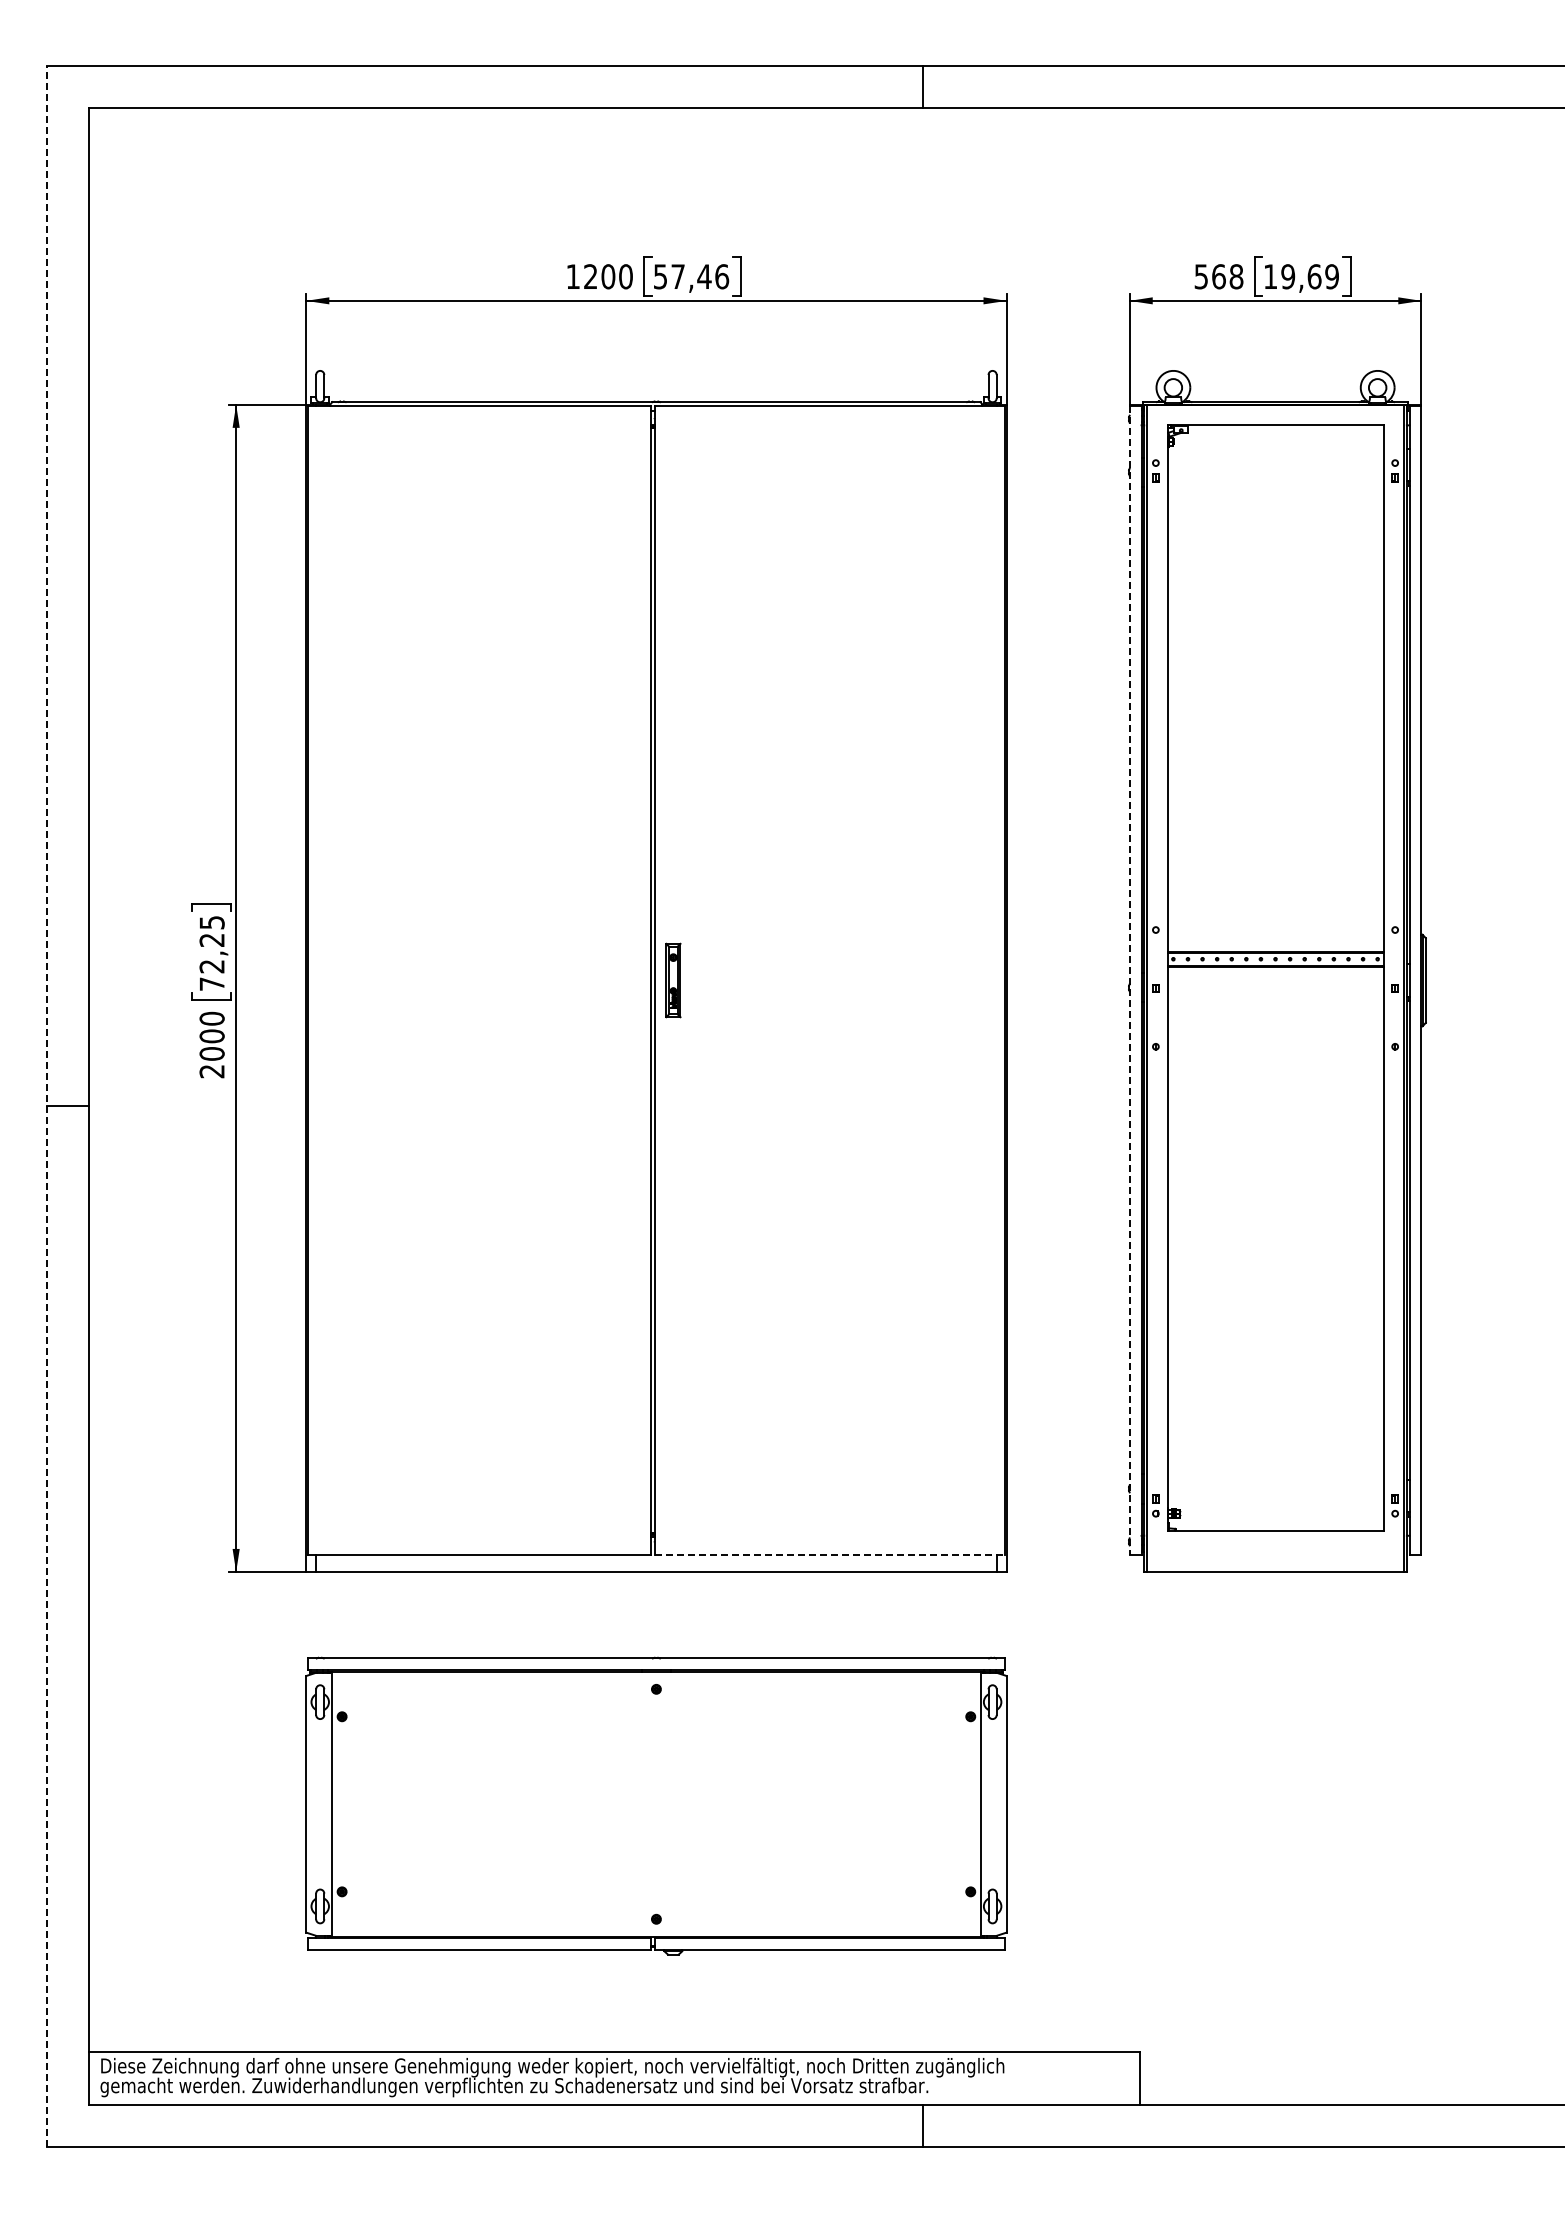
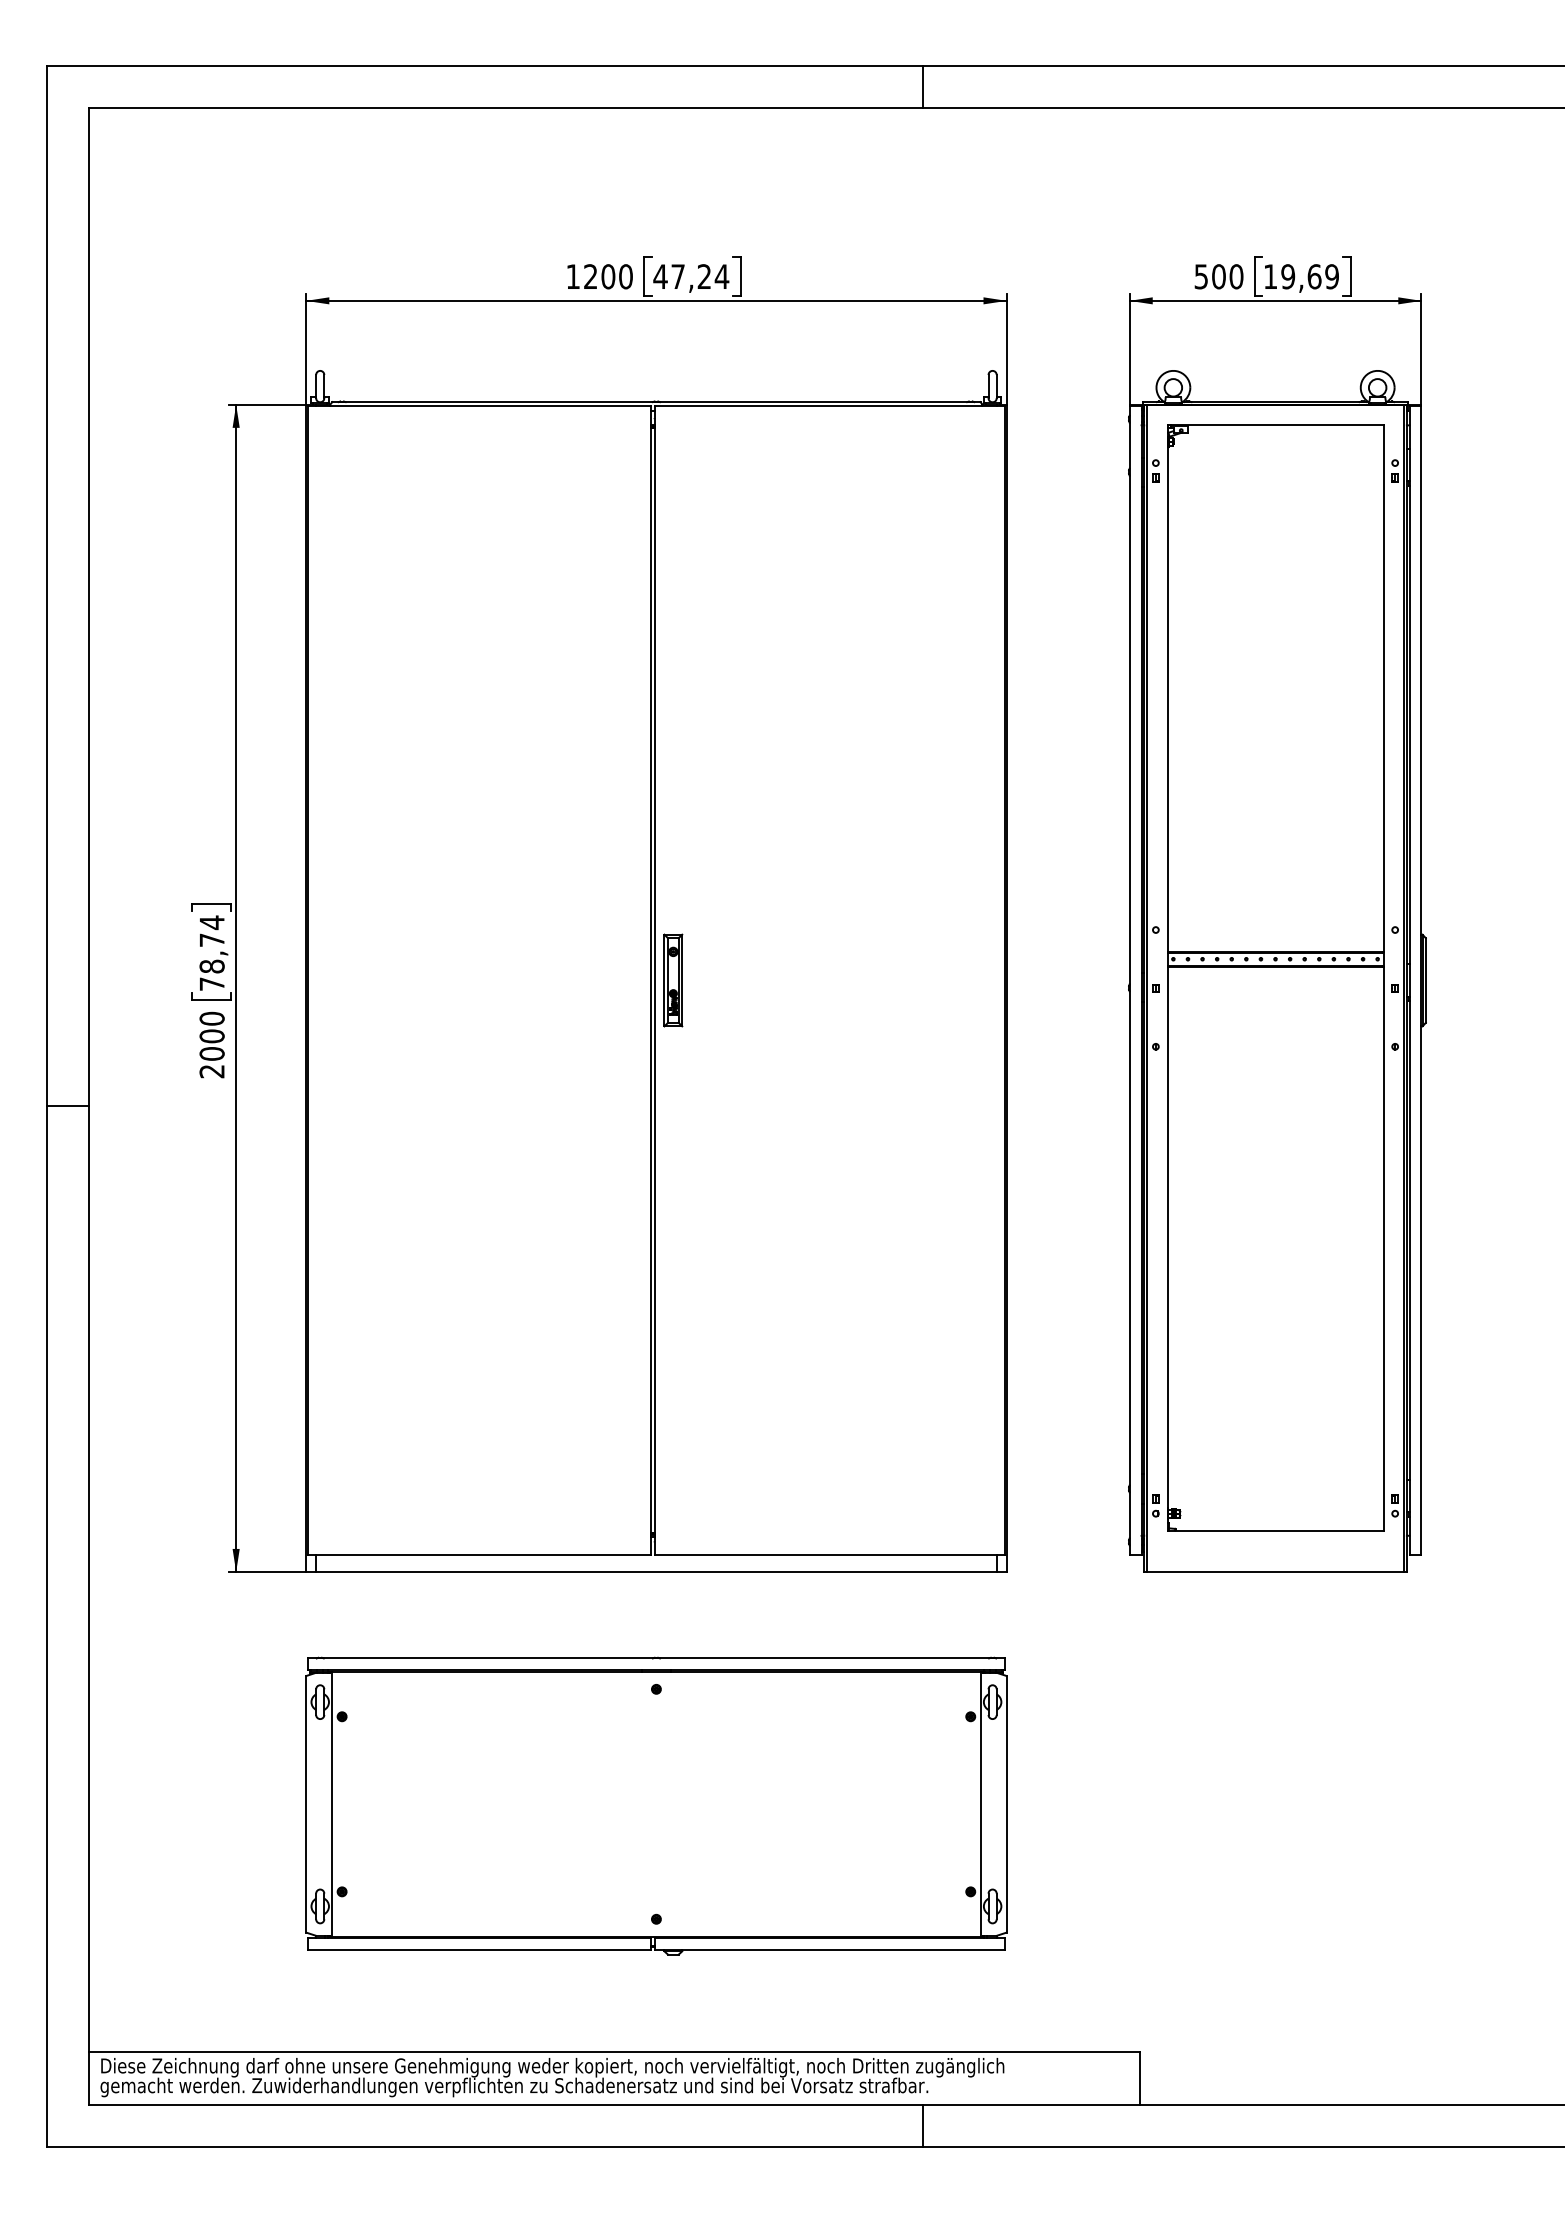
text at (691, 276): 57,46 -> 47,24
text at (1227, 276): 568 -> 500
text at (211, 944): 72,25 -> 78,74
part at (673, 980) size: 17x77 px -> 21x95 px
line at (1129, 981): dashed -> solid
line at (47, 1106): dashed -> solid
line at (830, 1554): dashed -> solid
